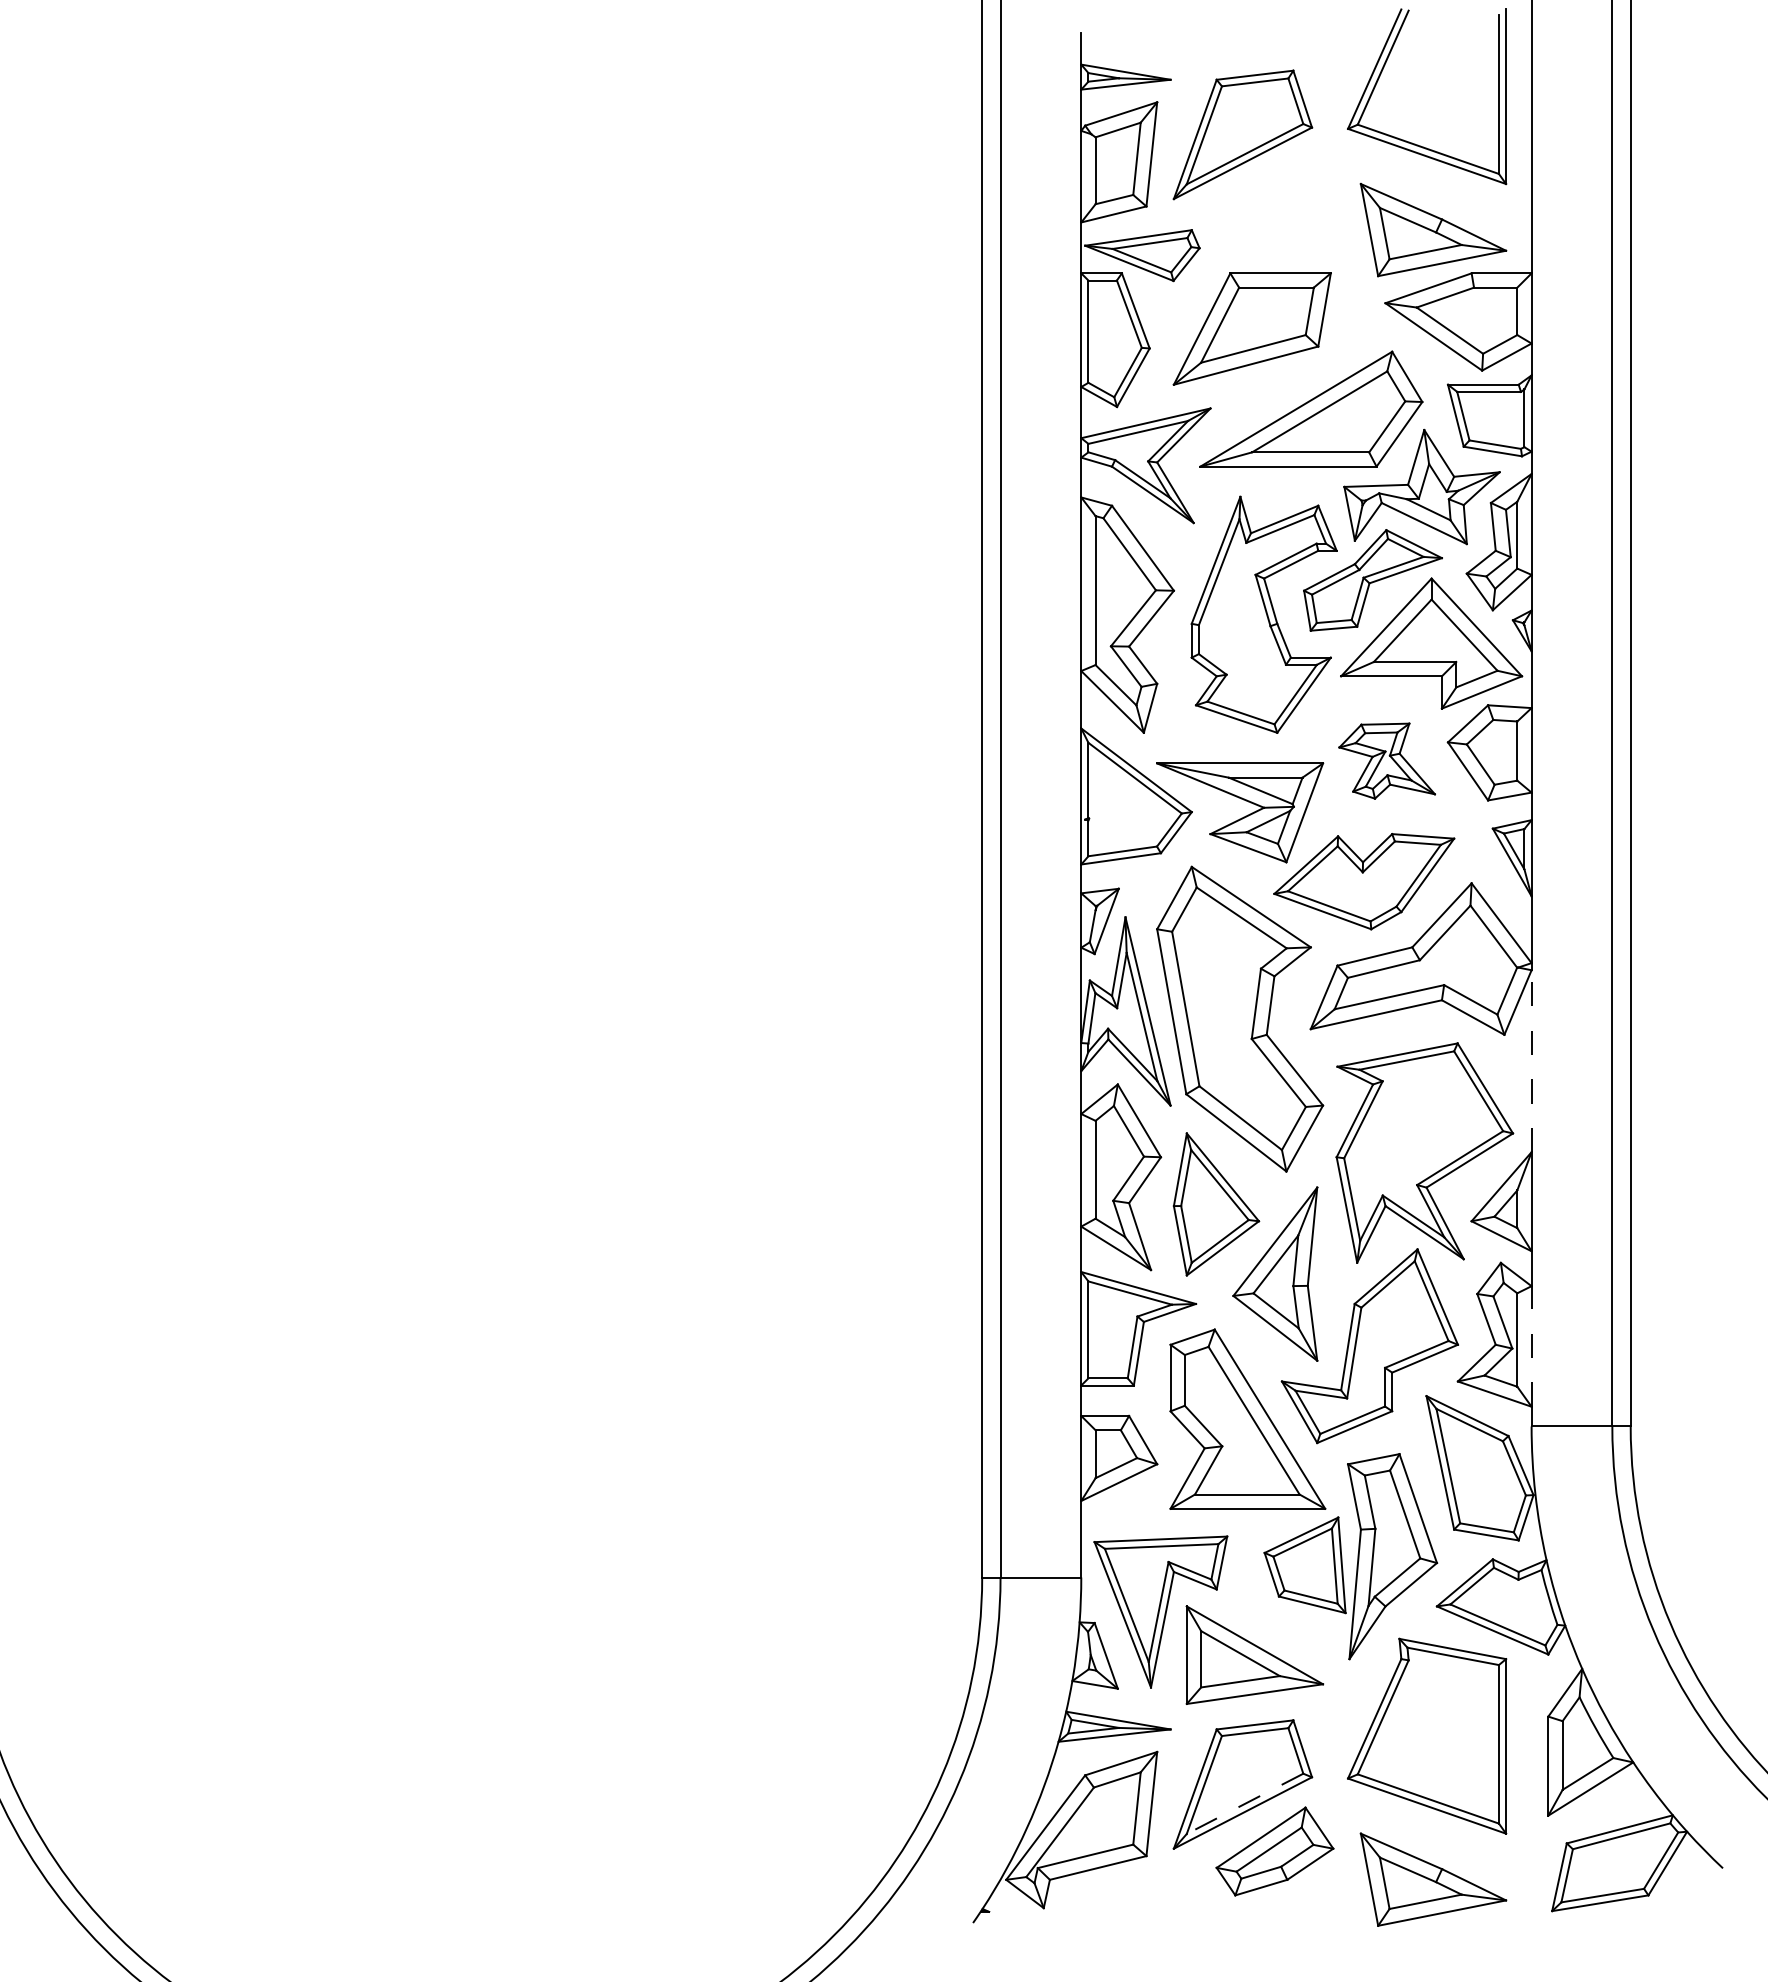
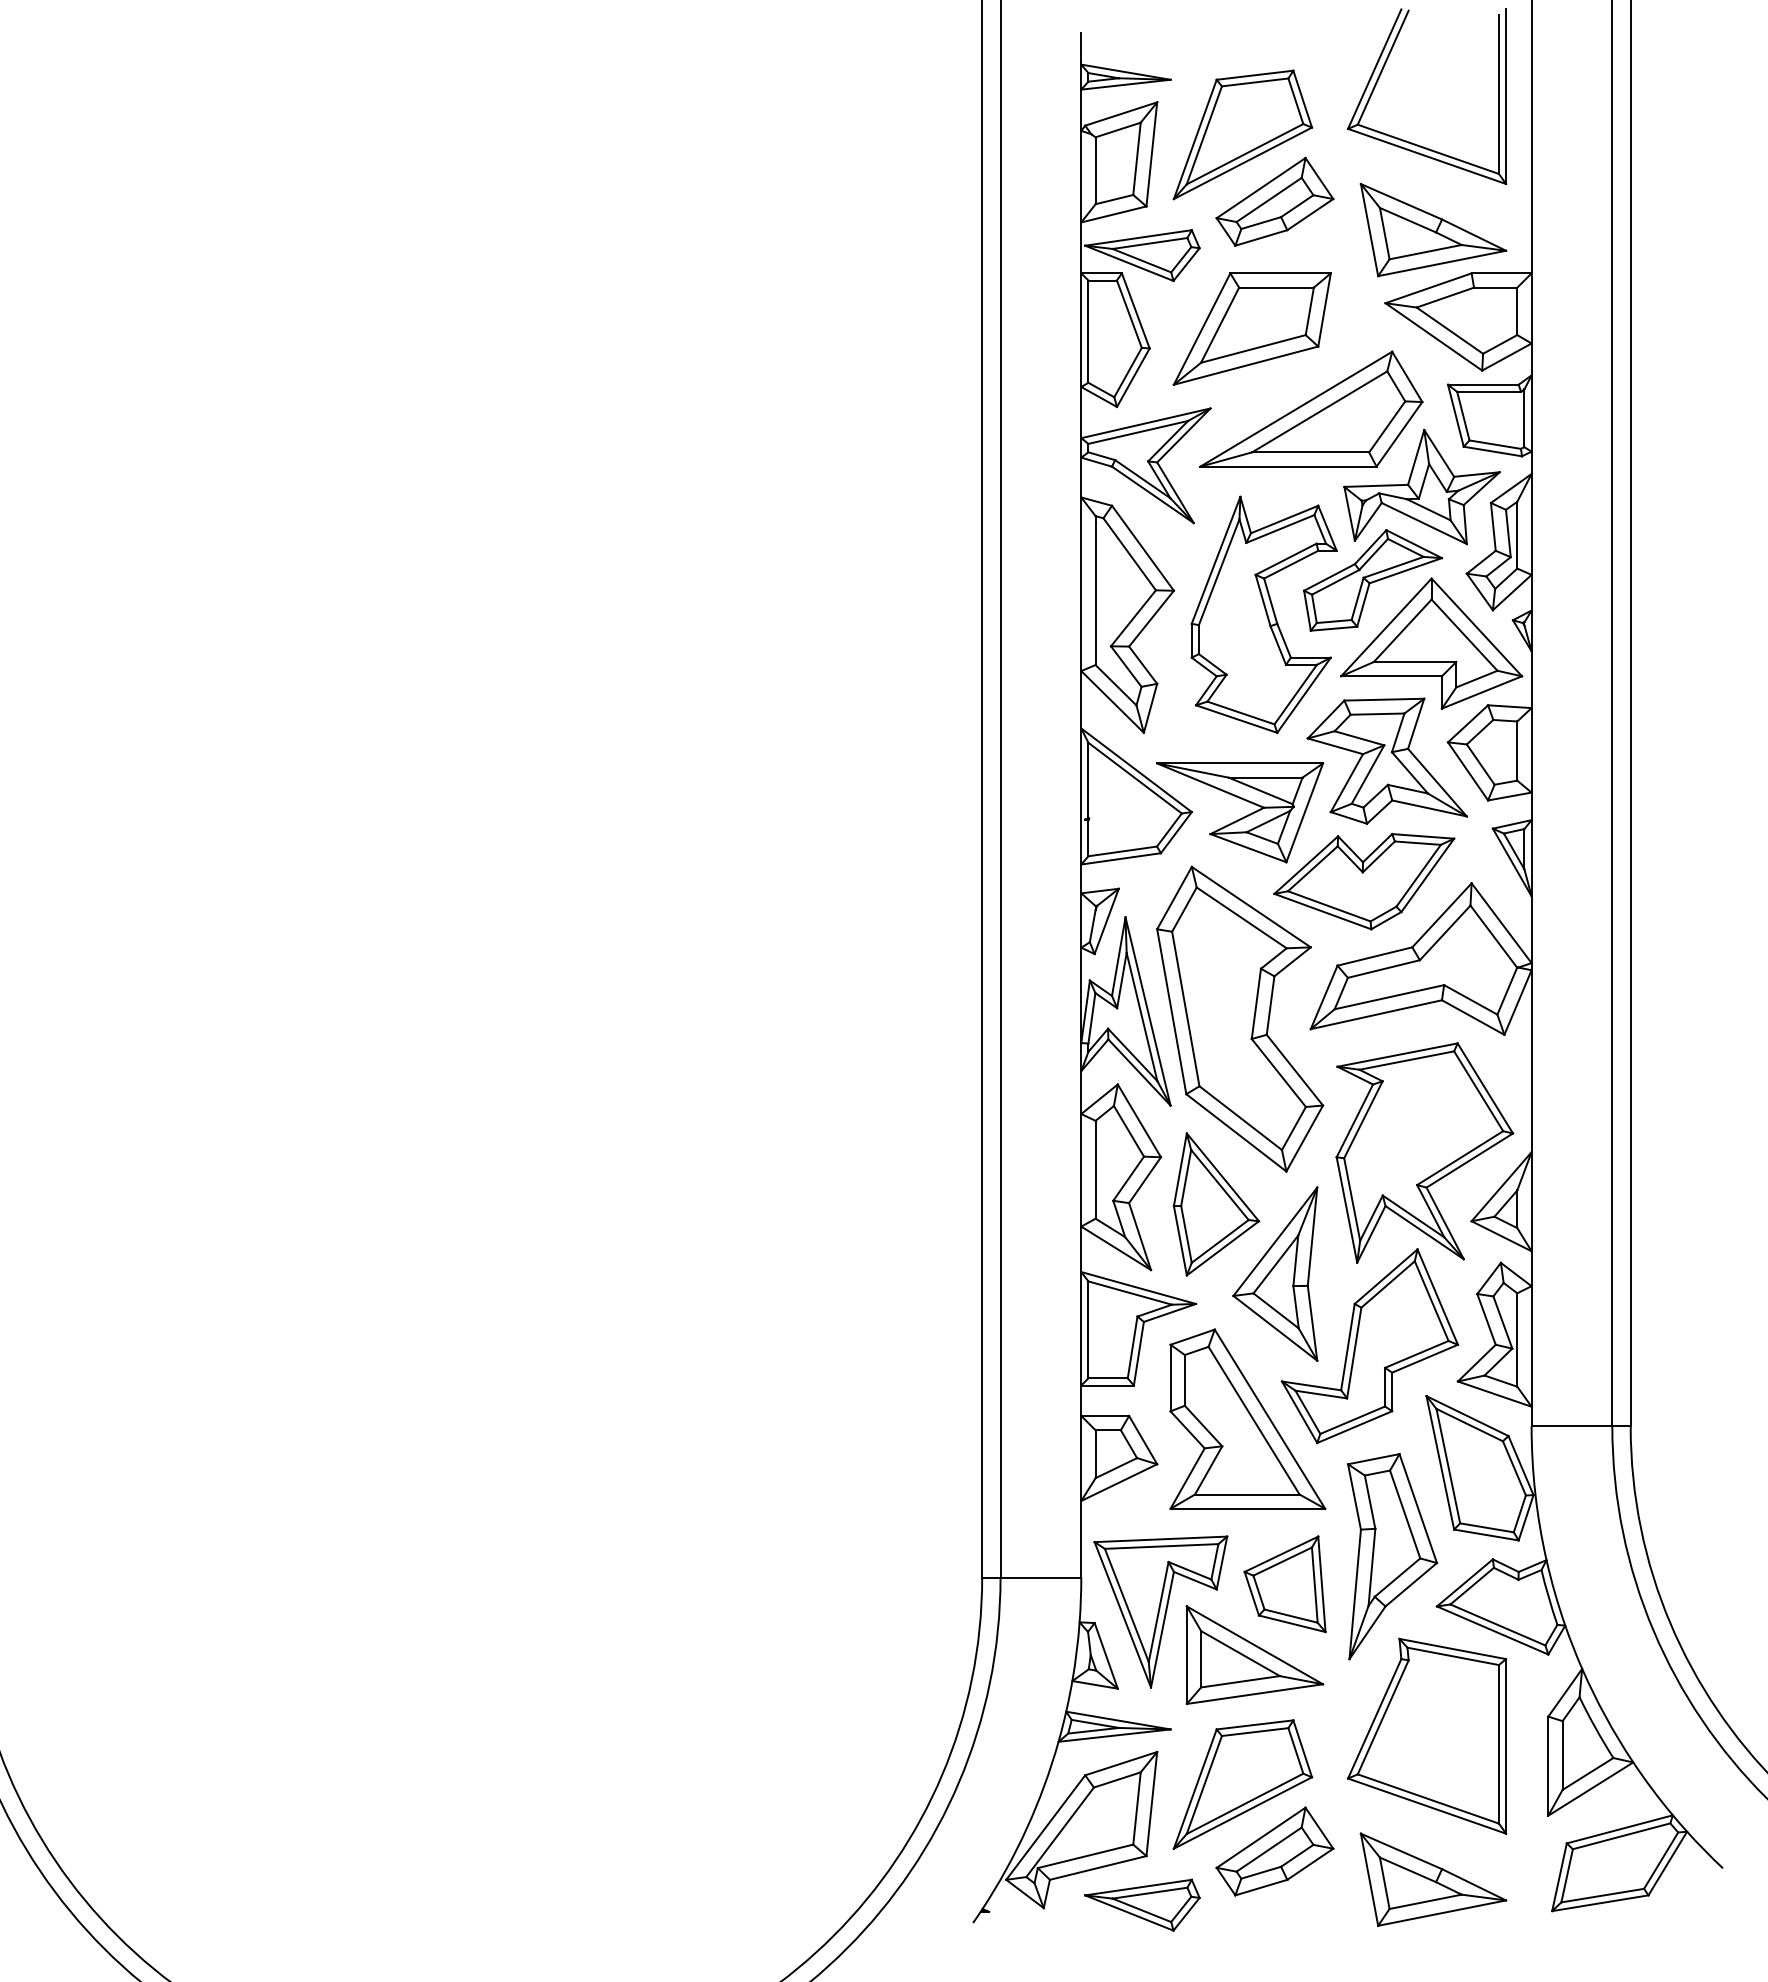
part at (1274, 201): none -> present
part at (1386, 760) size: 98x78 px -> 162x128 px
line at (1531, 1061): dashed -> solid
line at (1531, 1345): dashed -> solid
part at (1304, 1565) position: (1304, 1565) -> (1284, 1584)
line at (1245, 1803): dashed -> solid
part at (1142, 1904): none -> present
